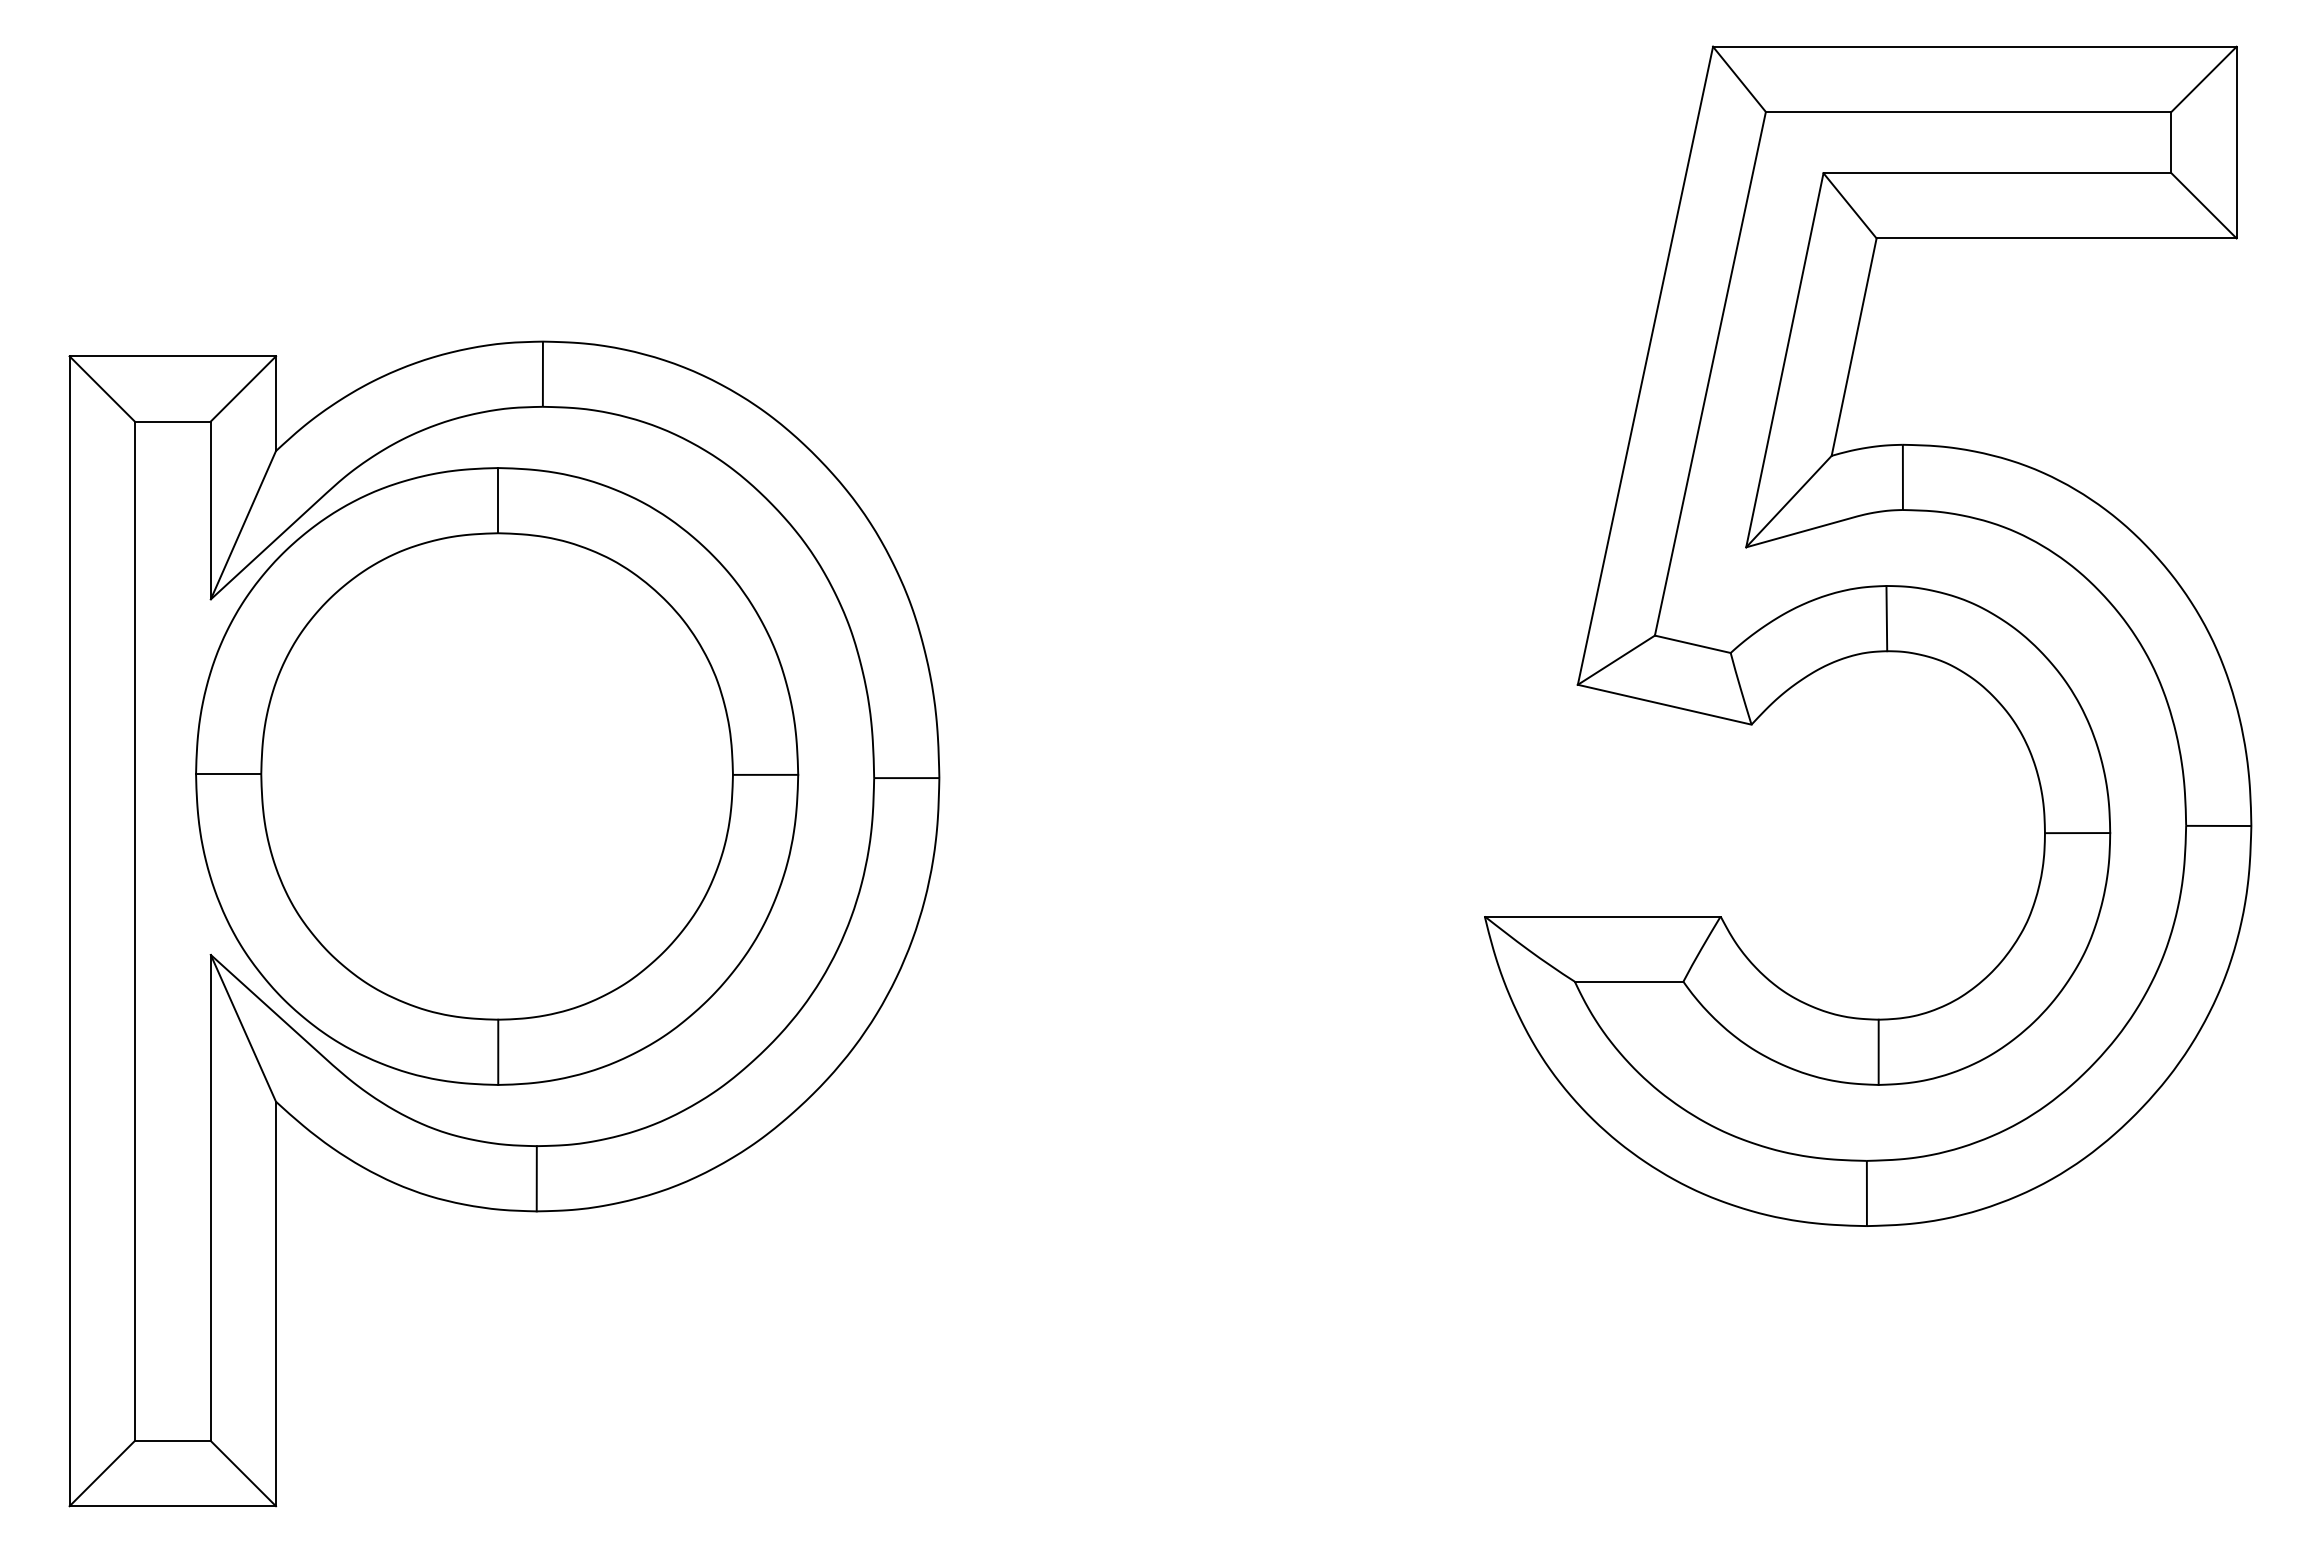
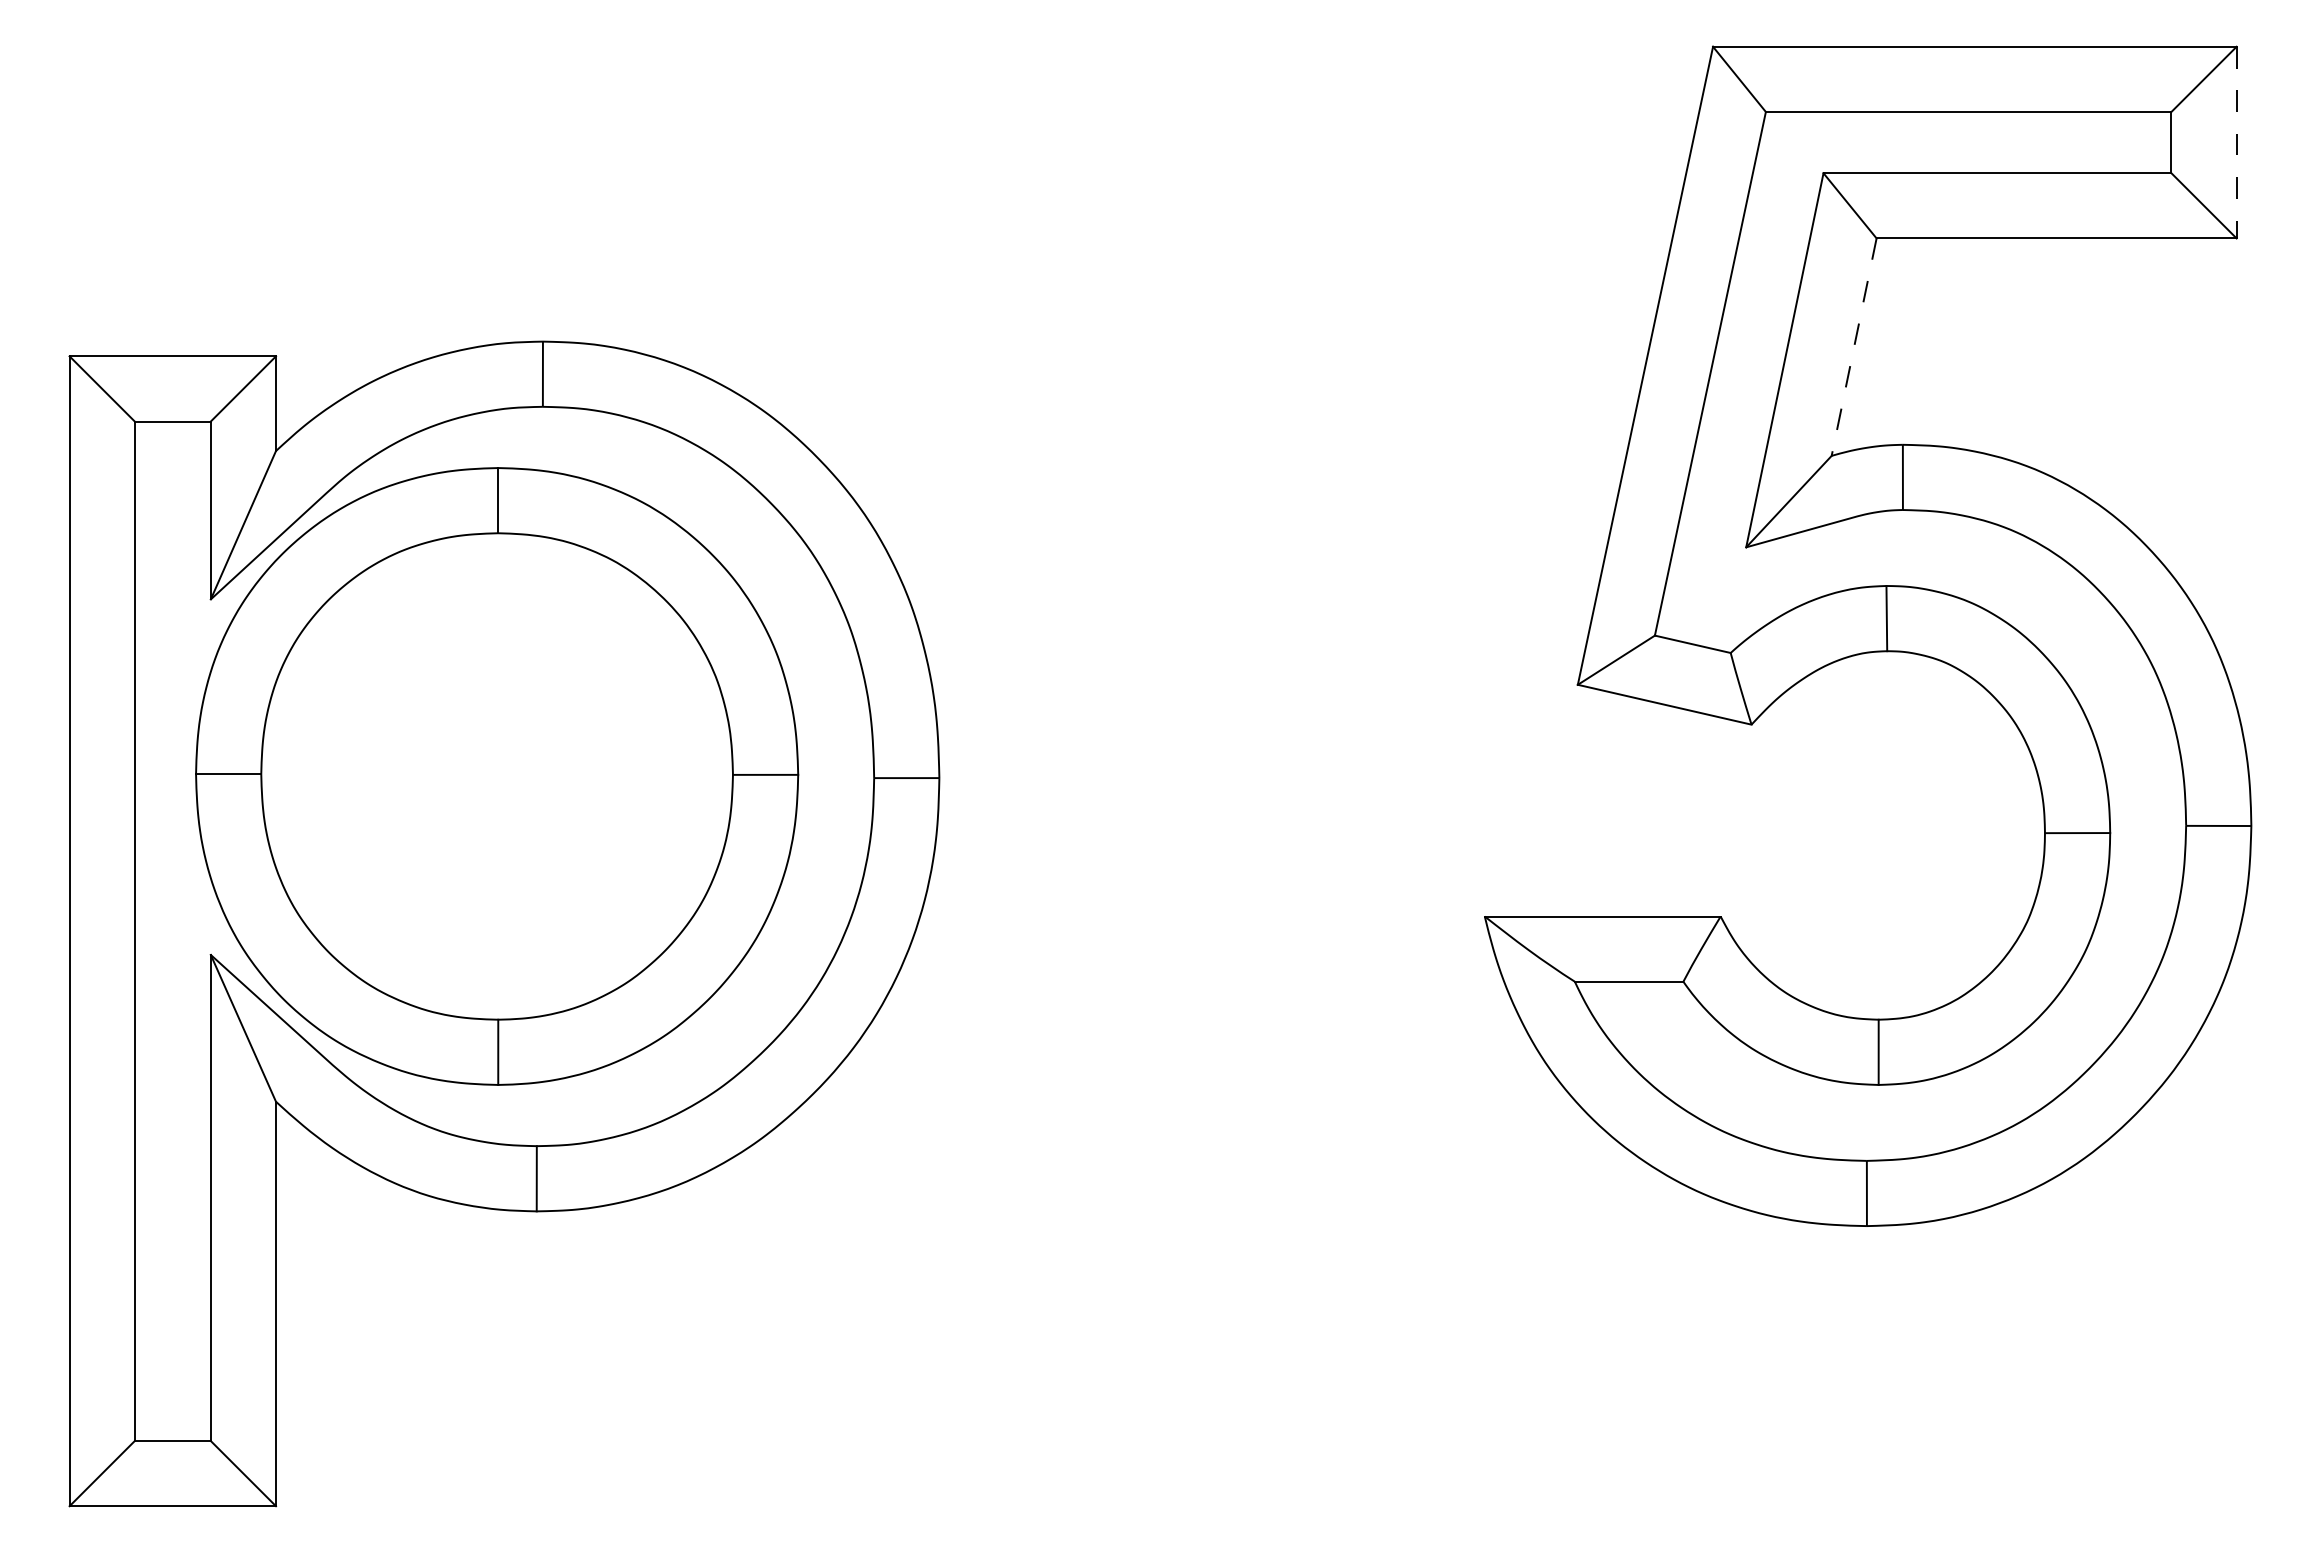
line at (2236, 142): solid -> dashed
line at (1854, 347): solid -> dashed
